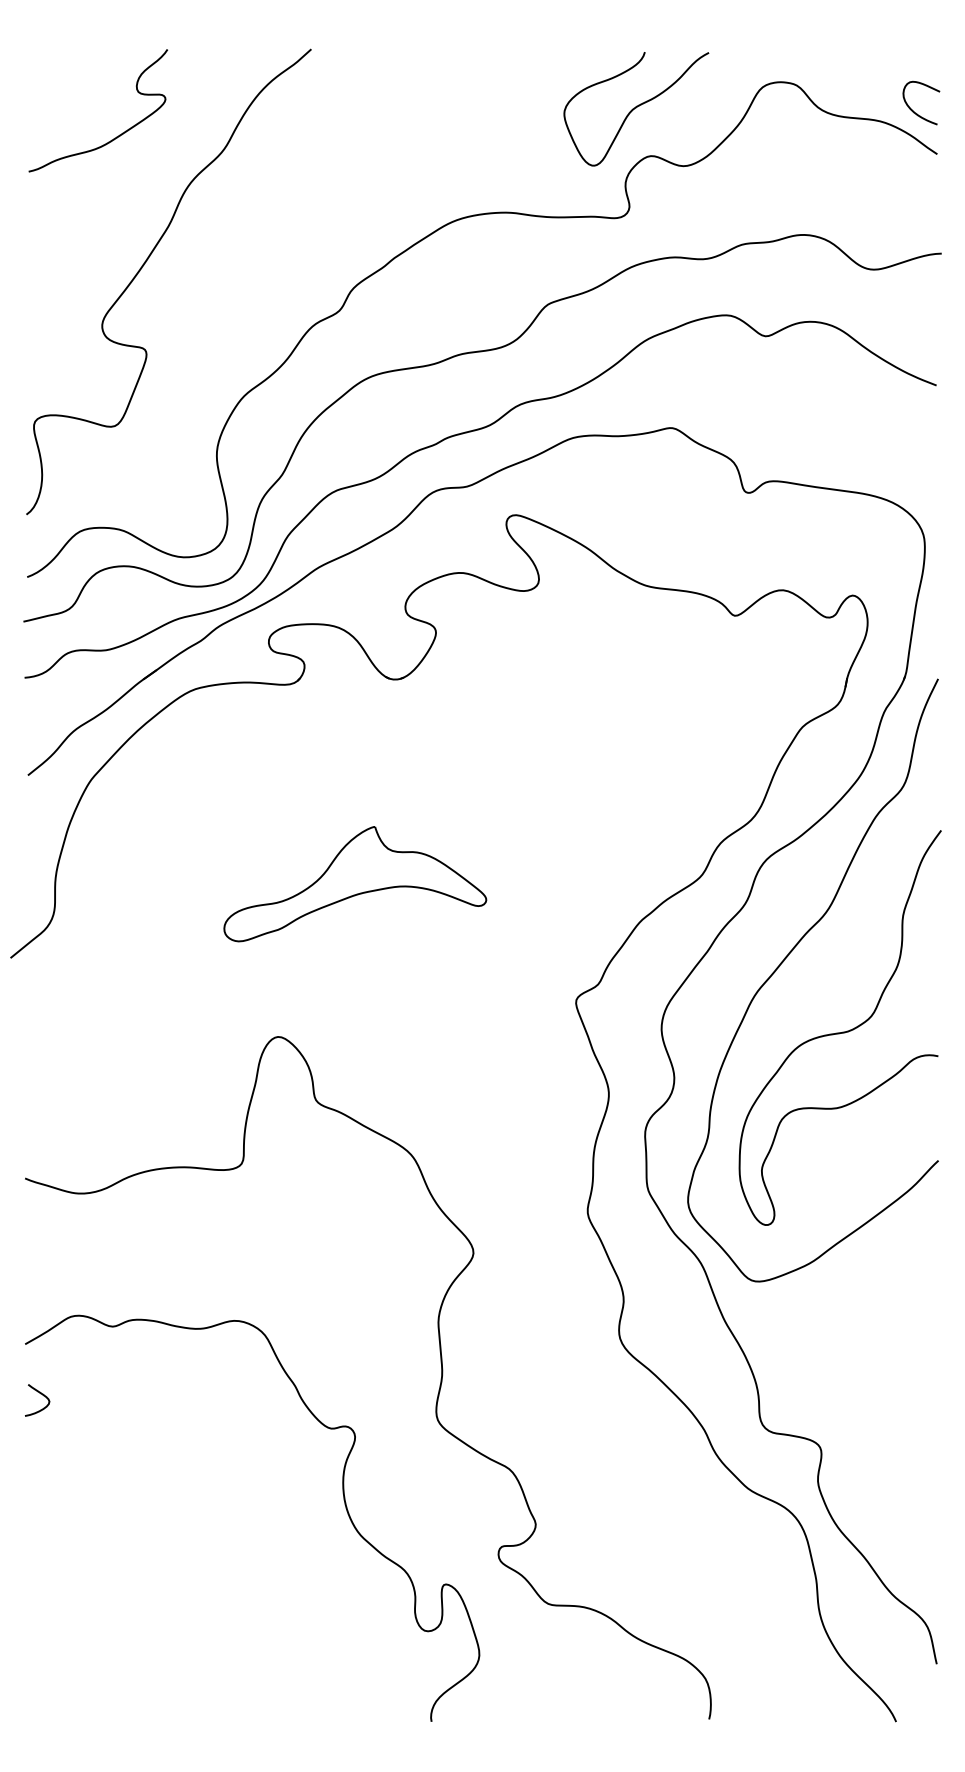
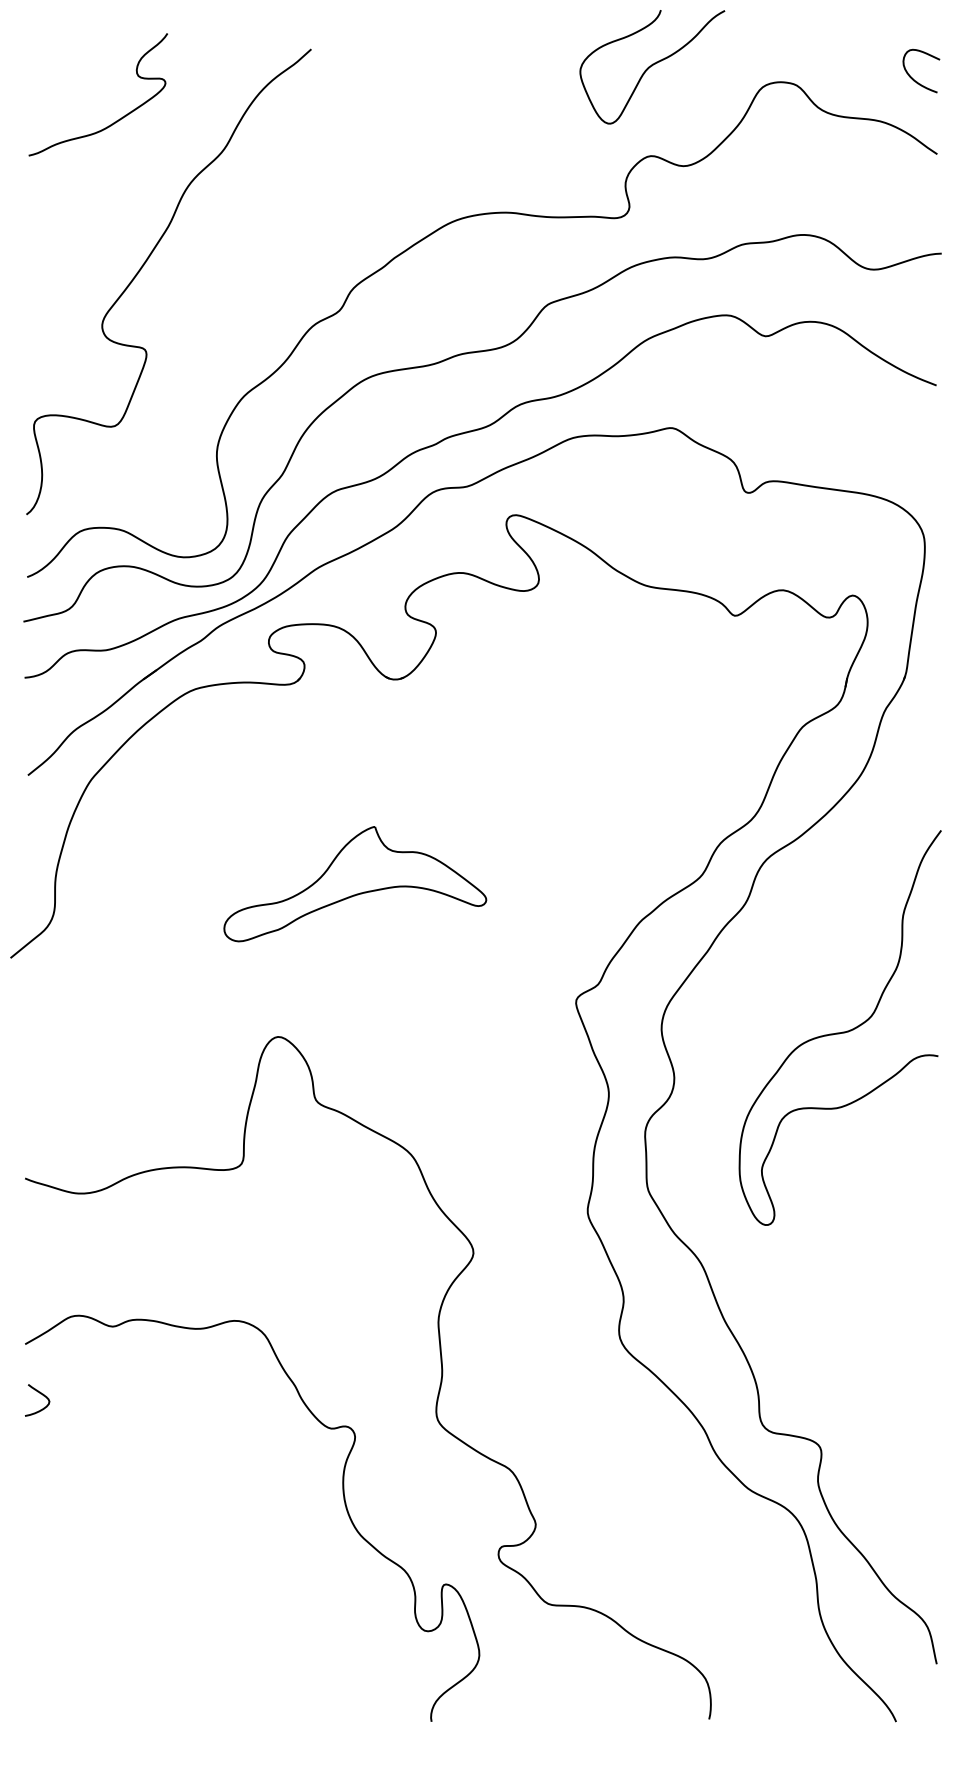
curve at (636, 108) position: (636, 108) -> (652, 66)
curve at (913, 110) position: (913, 110) -> (913, 78)
curve at (116, 136) position: (116, 136) -> (116, 120)
curve at (784, 961): present -> none
